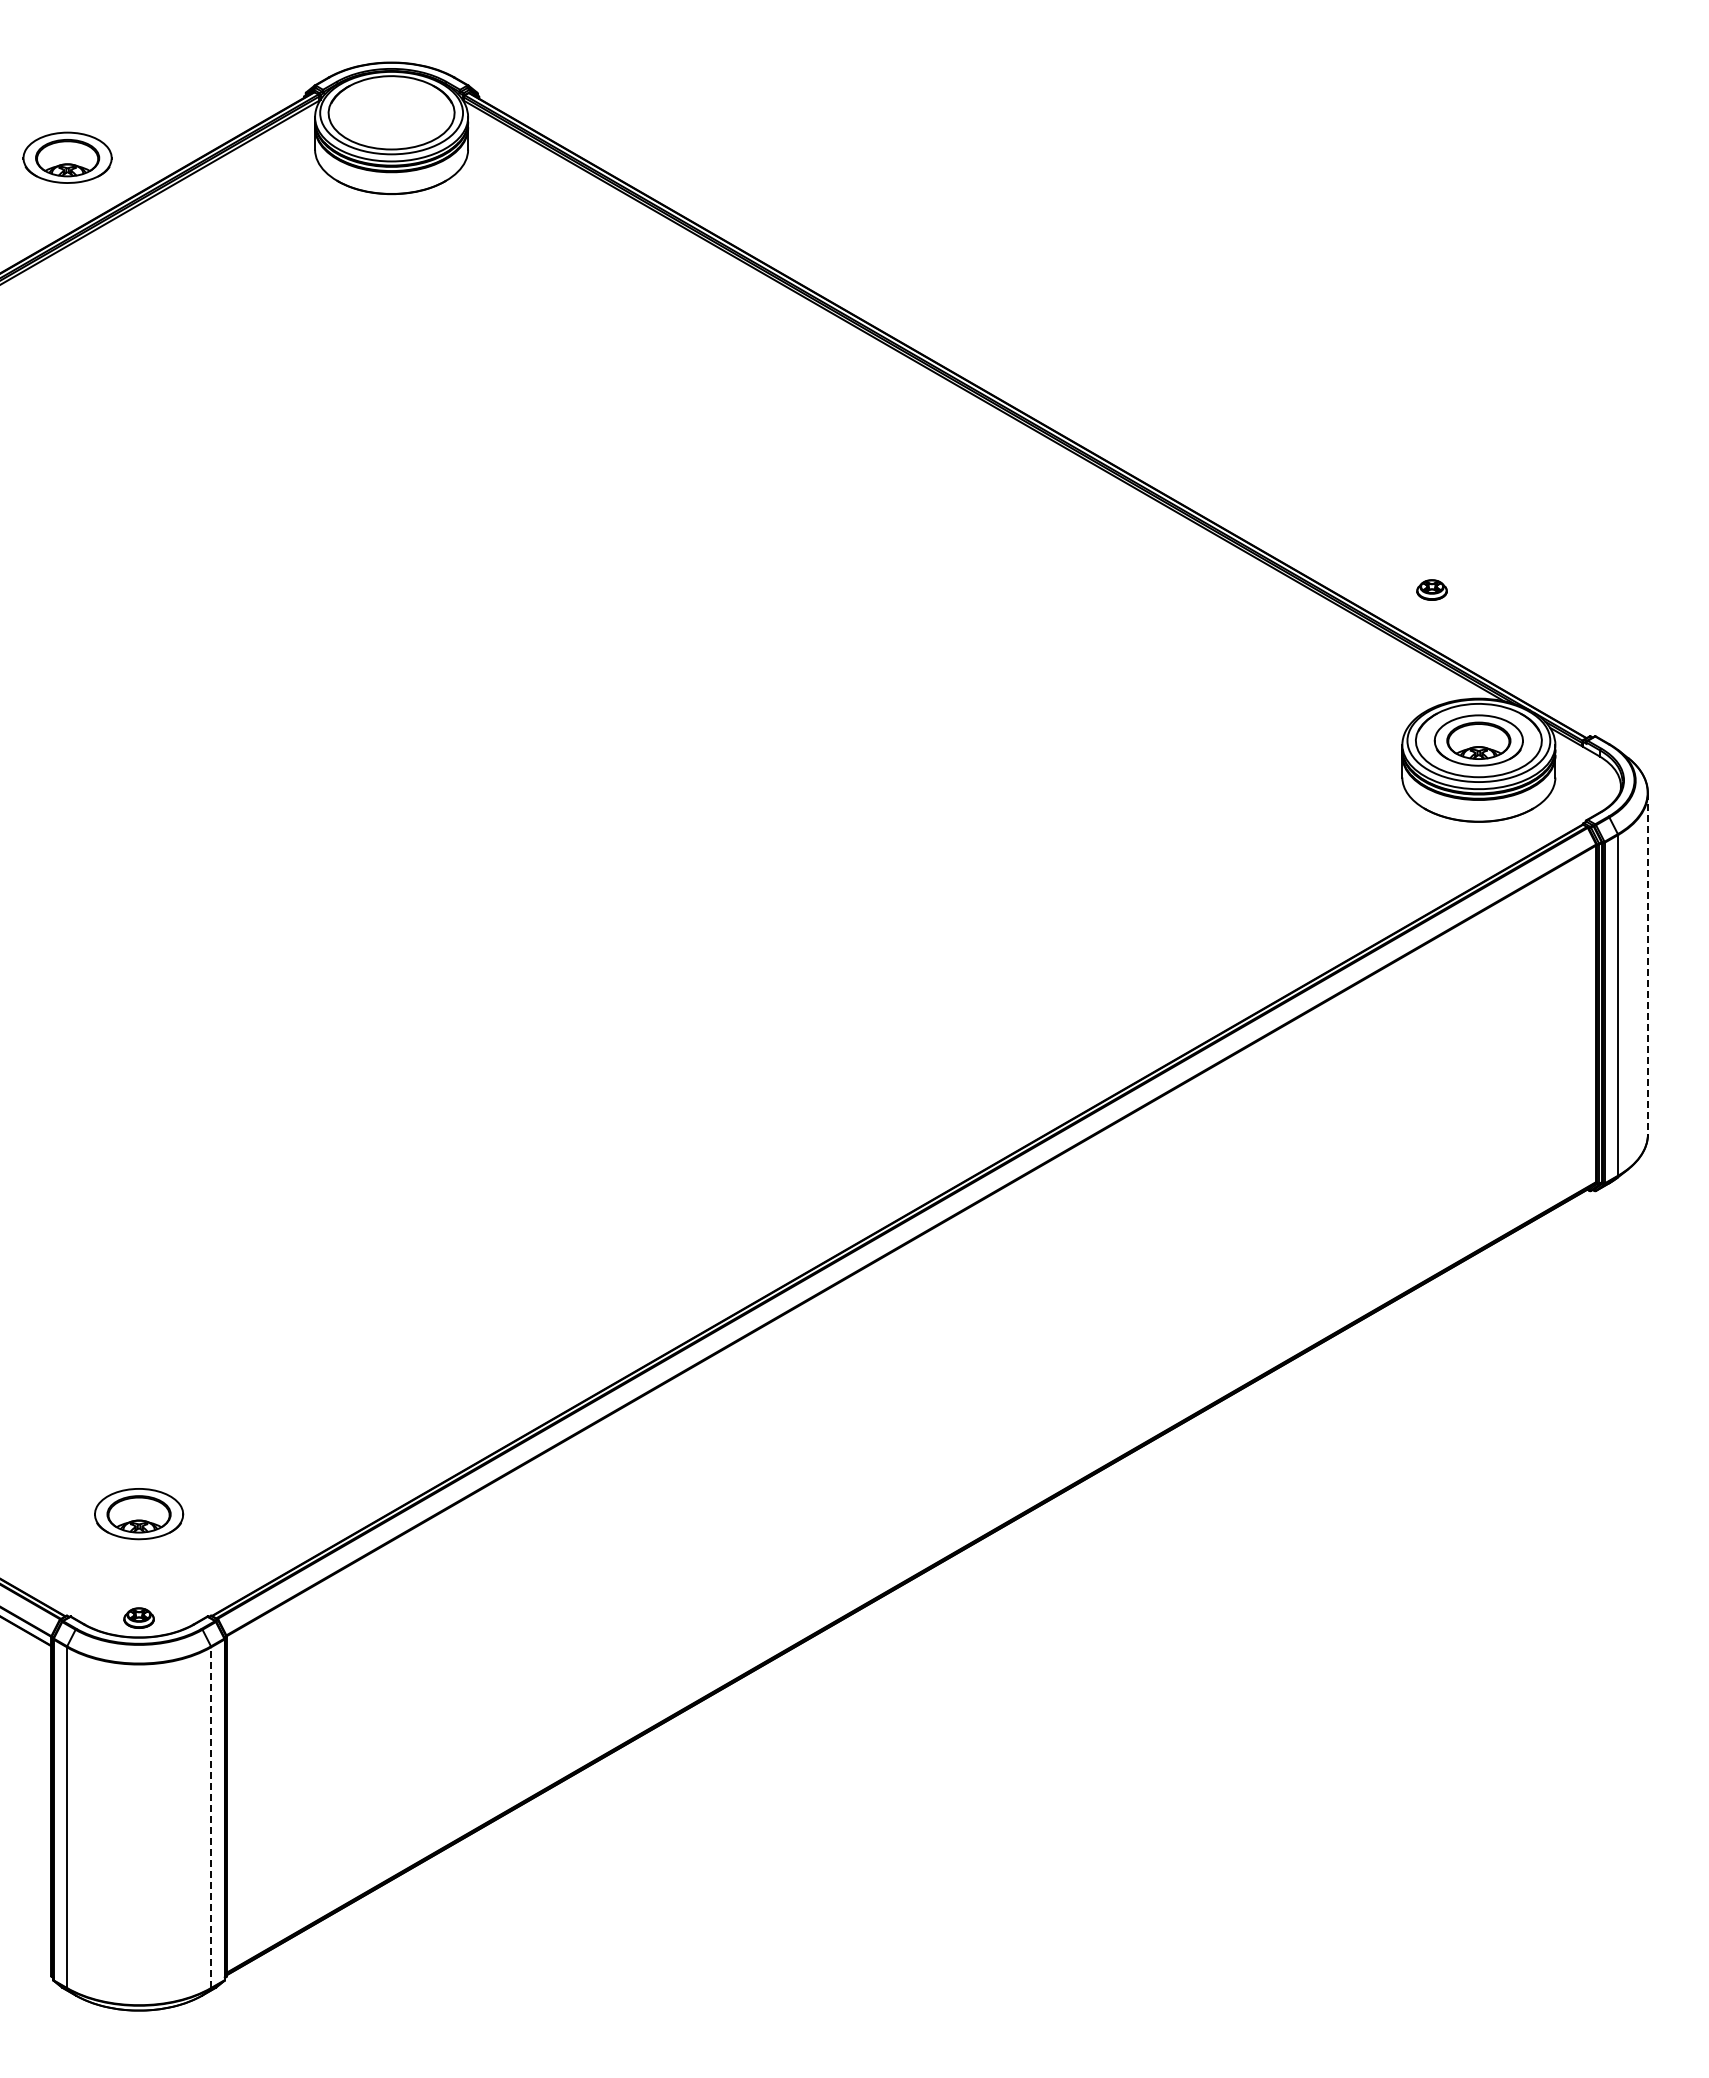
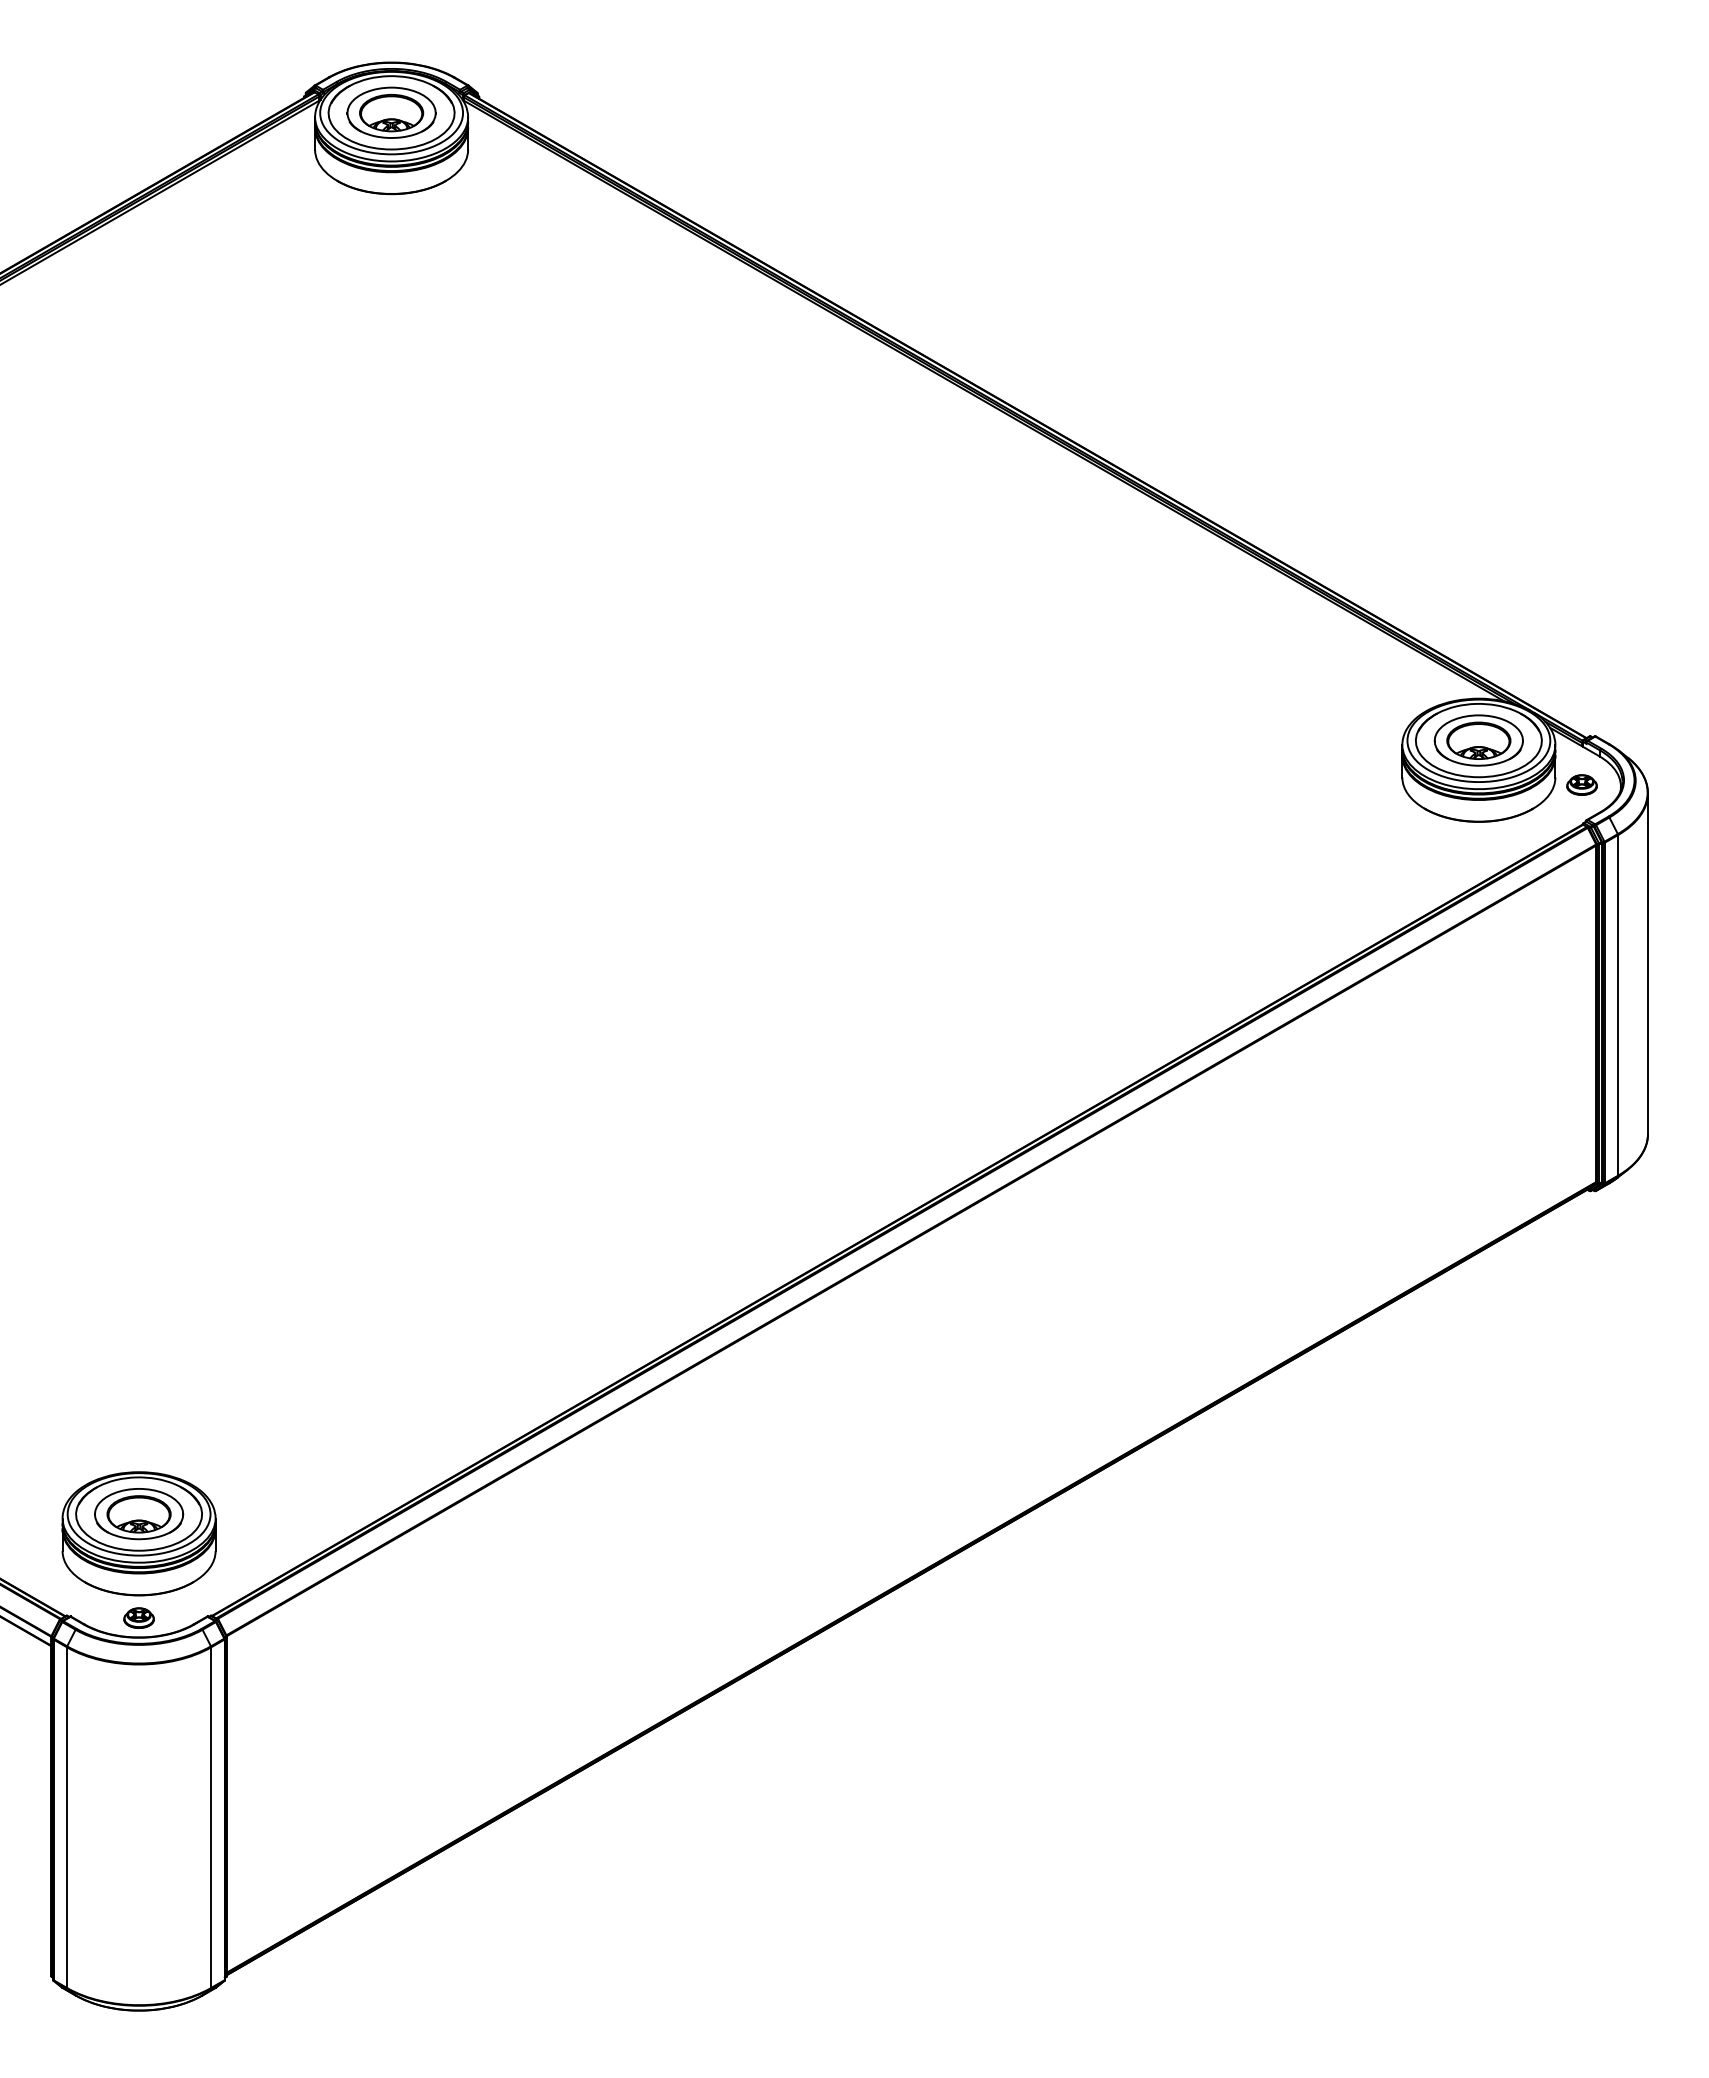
part at (67, 157) position: (67, 157) -> (391, 112)
part at (1431, 589) position: (1431, 589) -> (1581, 784)
line at (1648, 964): dashed -> solid
part at (138, 1533): none -> present
line at (211, 1817): dashed -> solid
